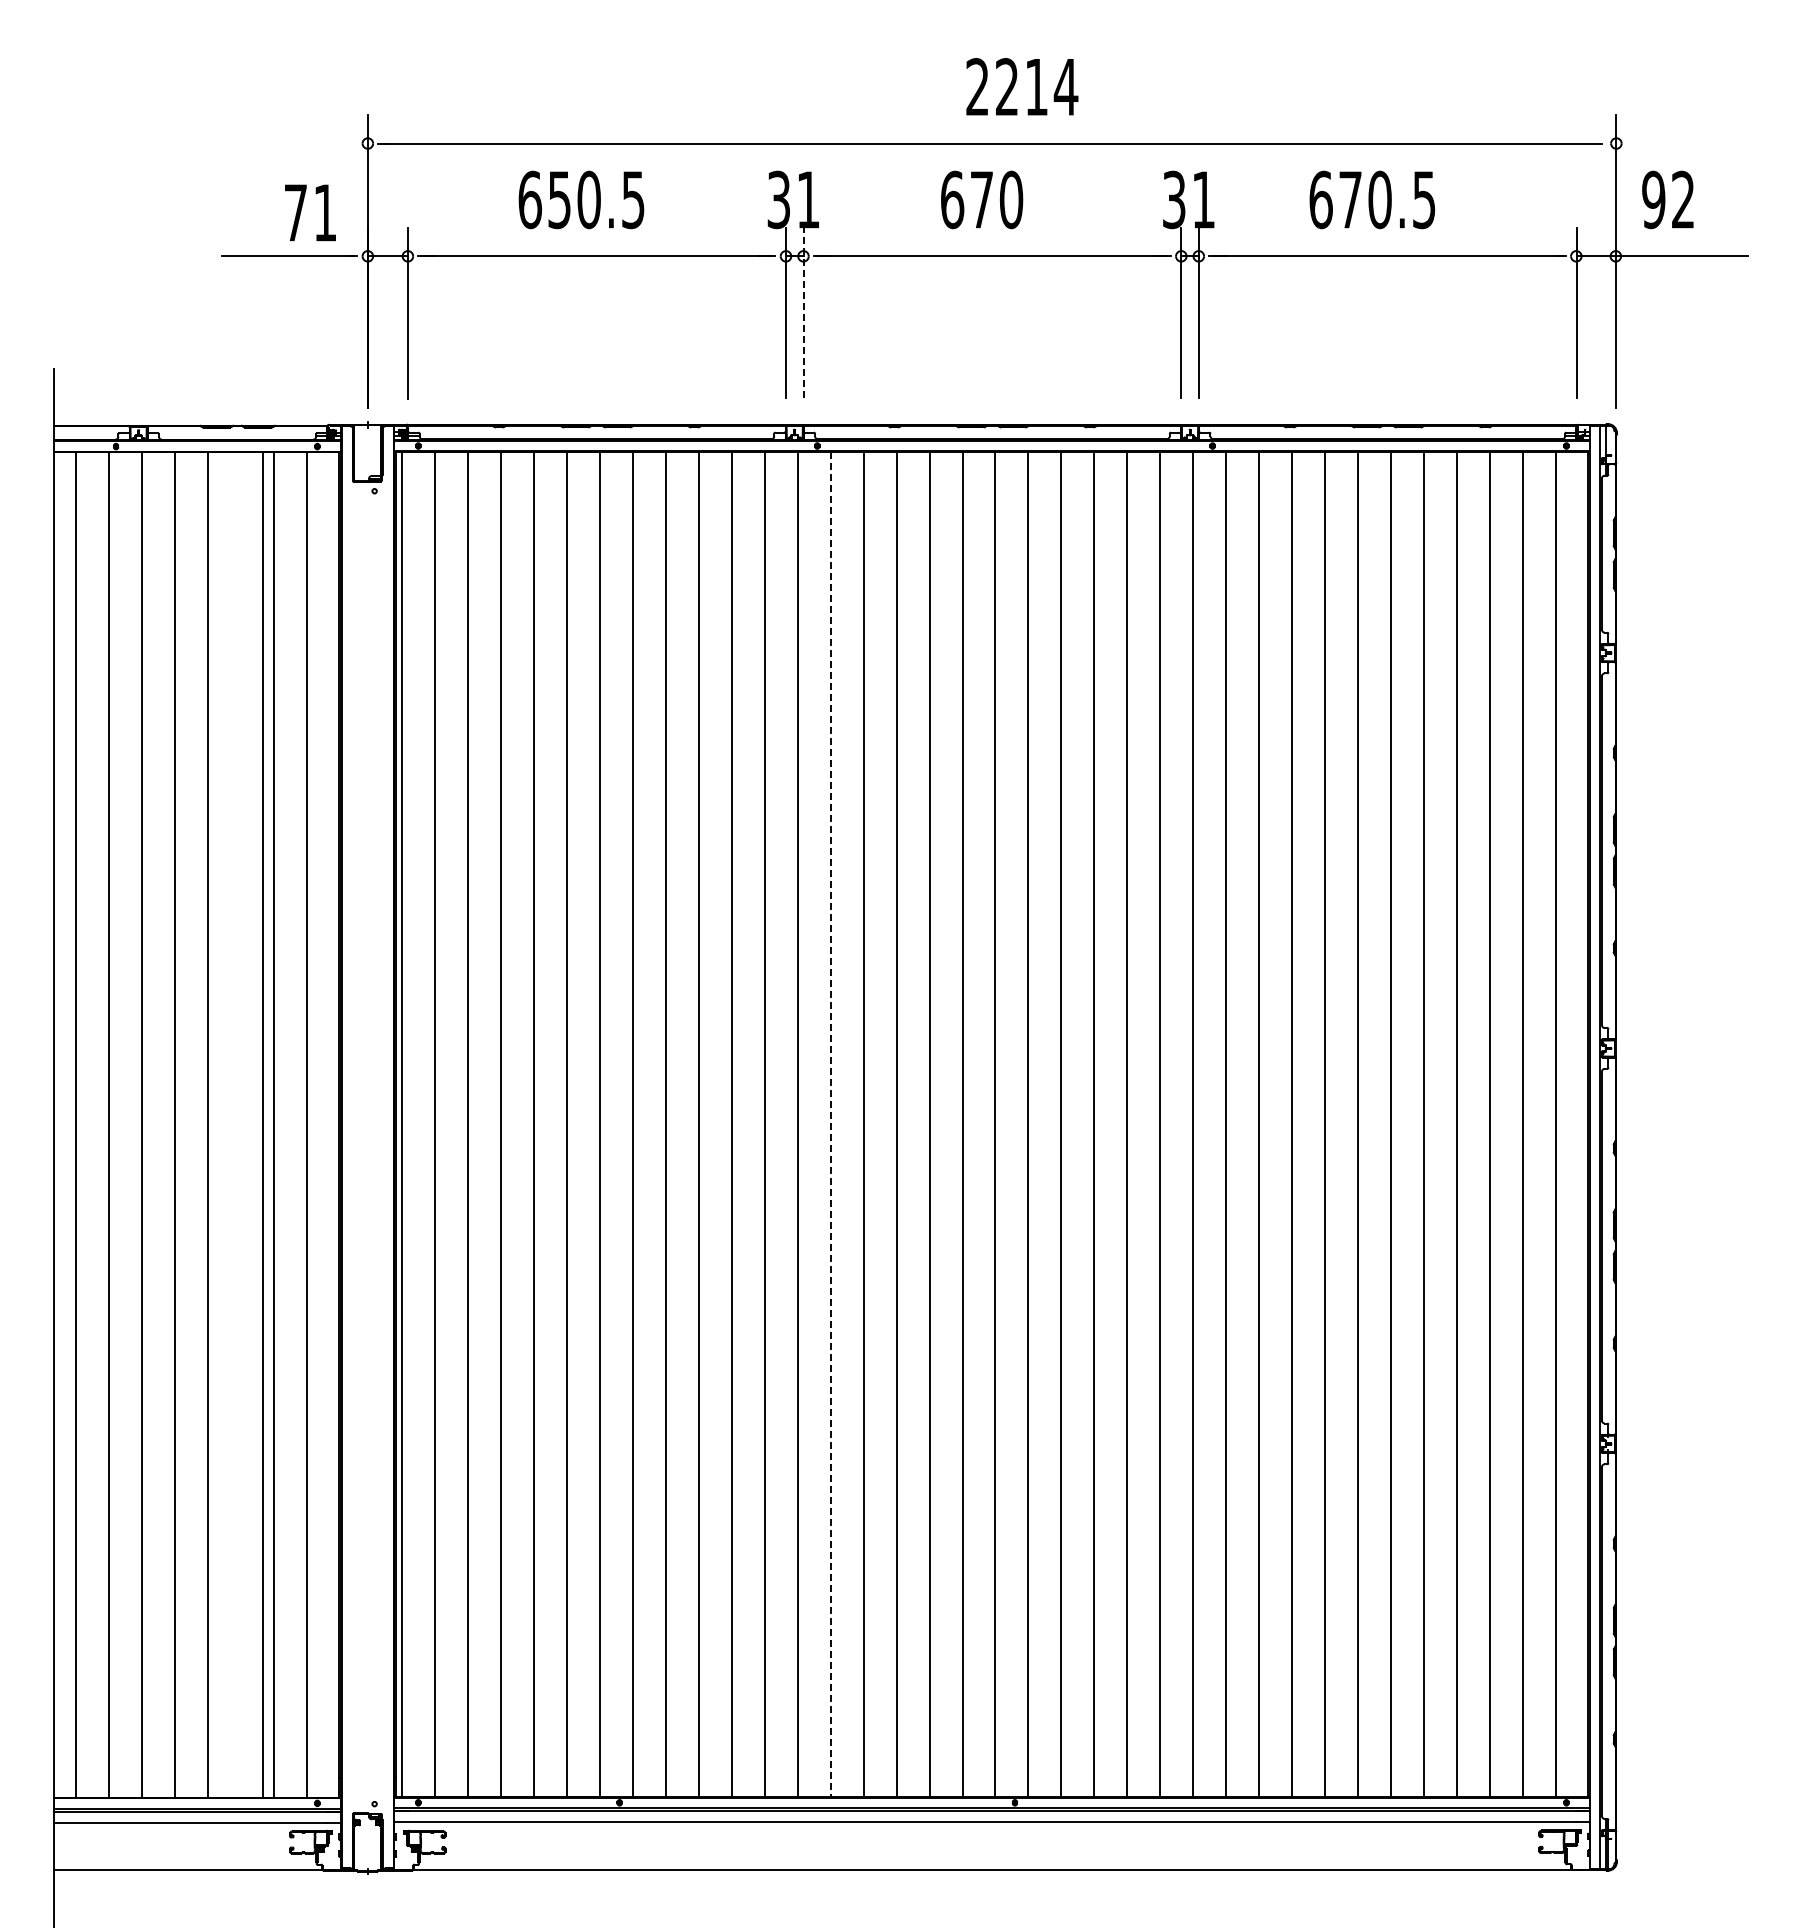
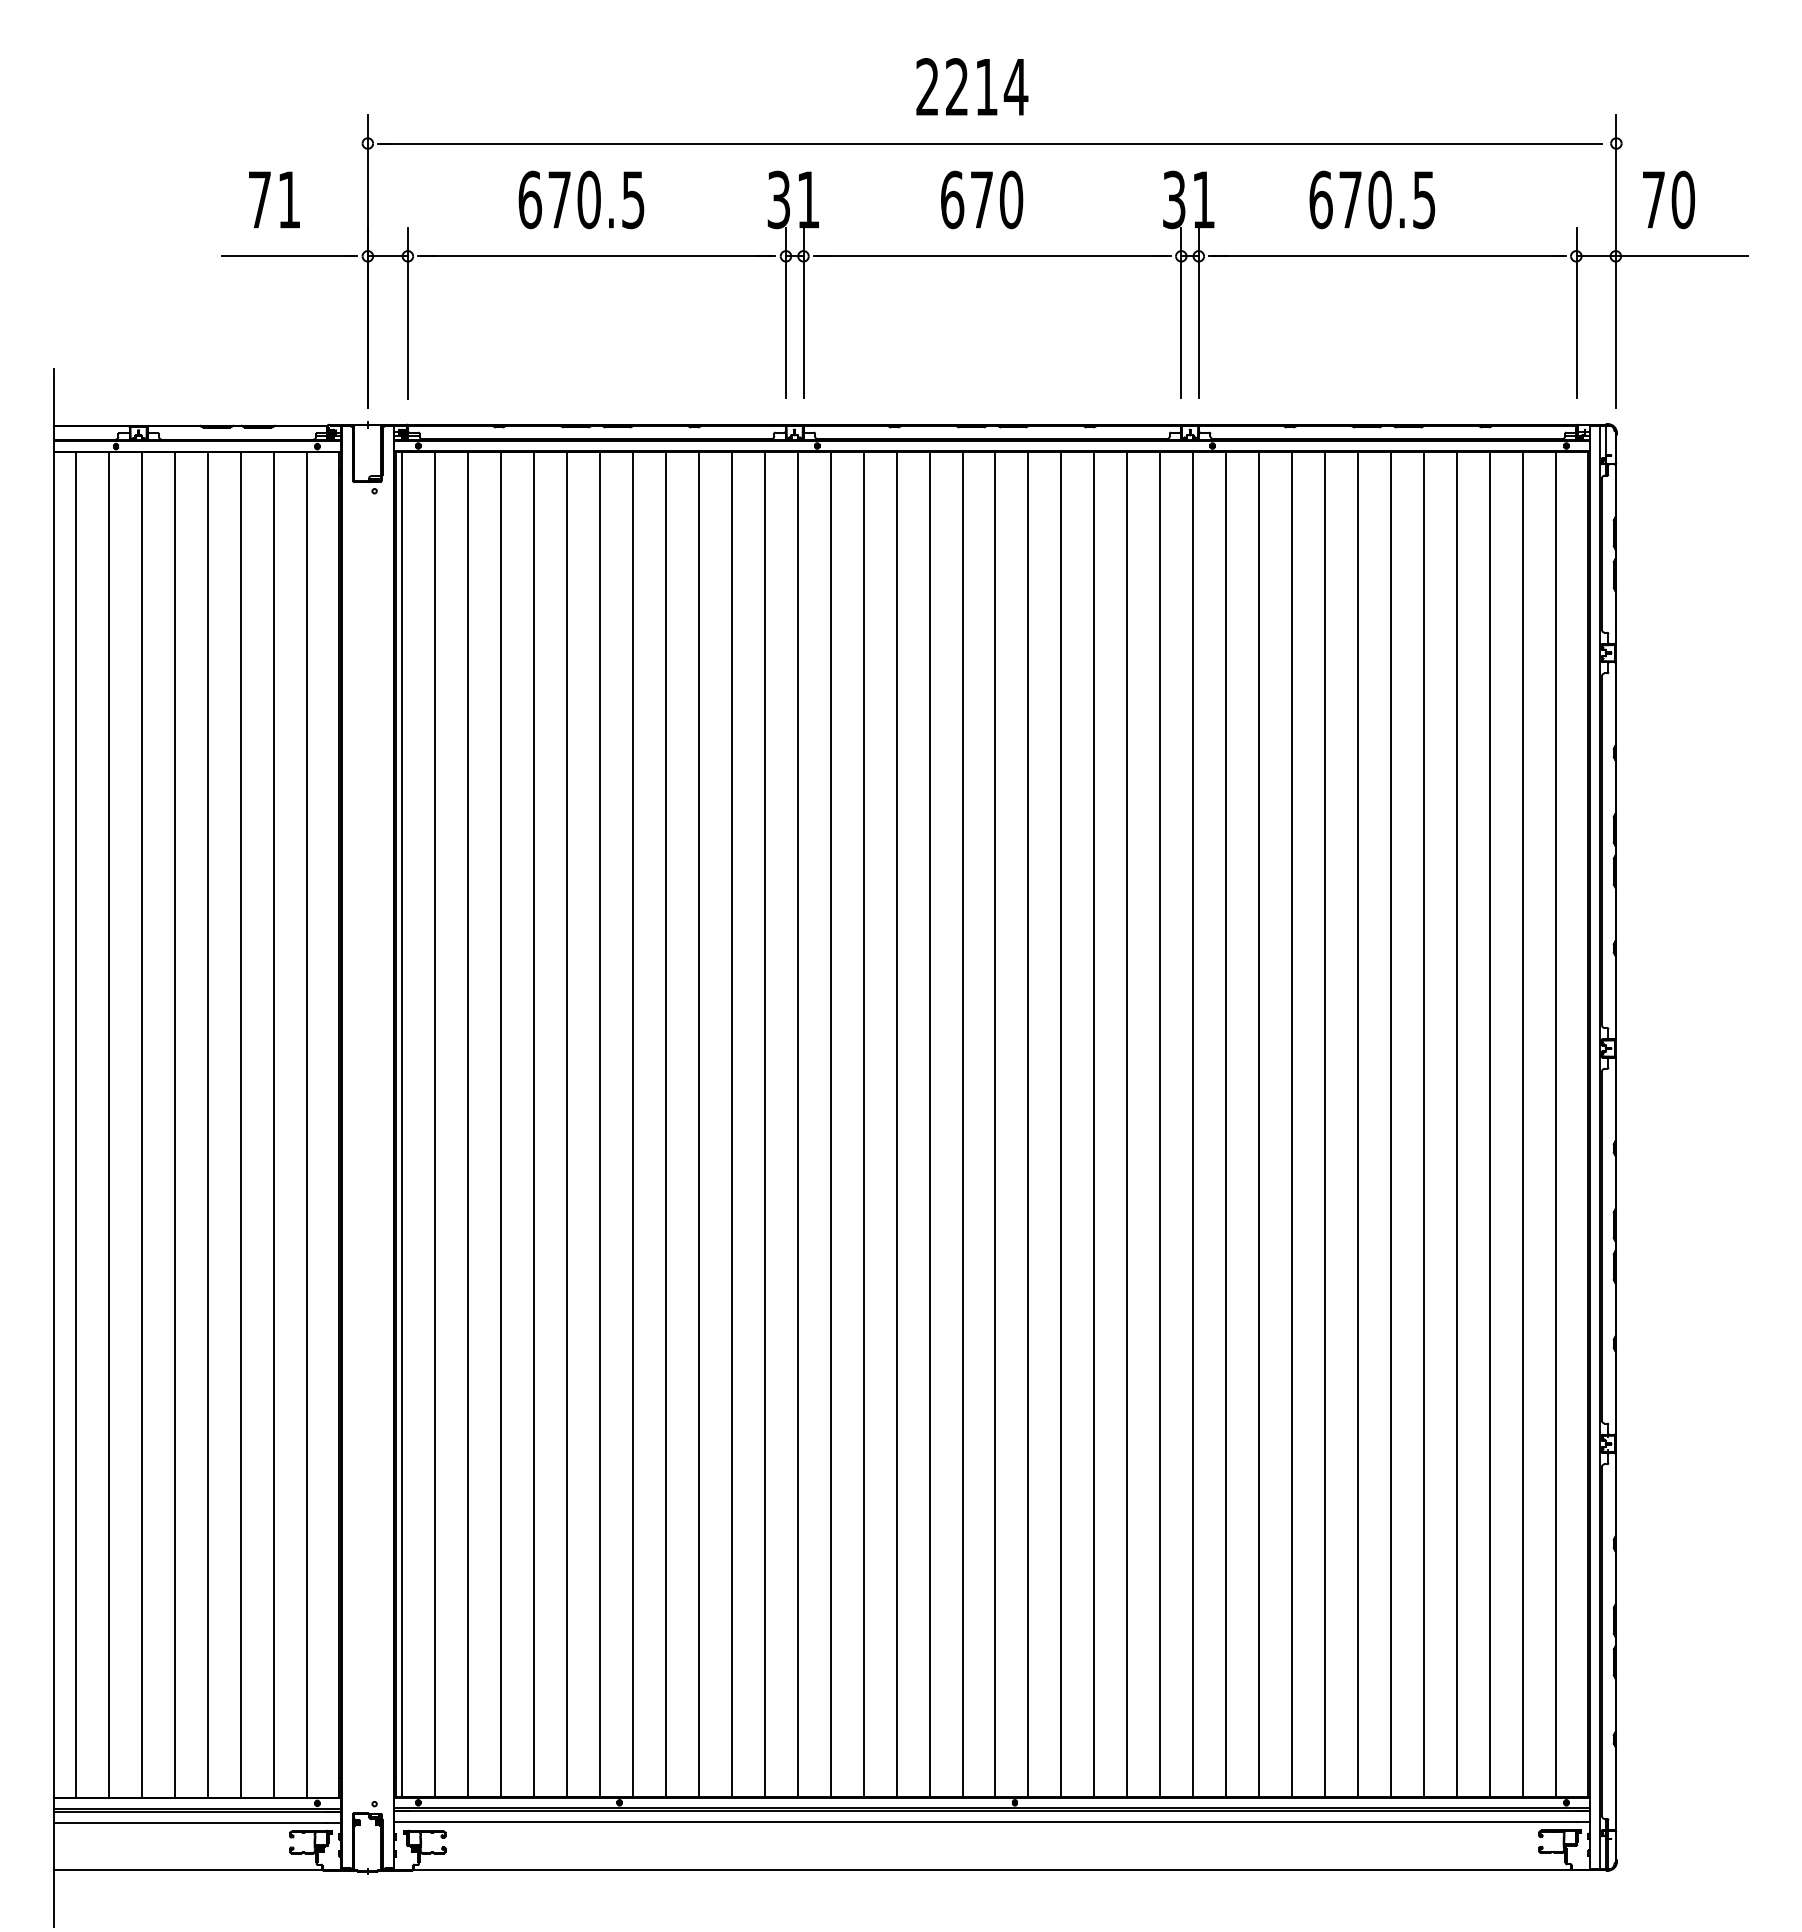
text at (1022, 86) position: (1022, 86) -> (972, 86)
text at (1668, 199): 92 -> 70
text at (559, 200): 650.5 -> 670.5
text at (310, 212) position: (310, 212) -> (274, 199)
line at (803, 312): dashed -> solid
line at (262, 1124) position: (262, 1124) -> (240, 1124)
line at (830, 1124): dashed -> solid
